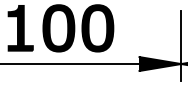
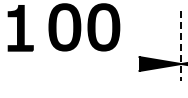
part at (78, 28) position: (78, 28) -> (84, 27)
line at (181, 46): solid -> dashed
line at (70, 64): present -> none
